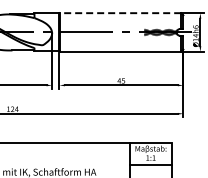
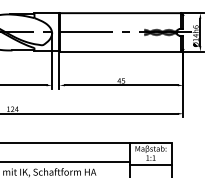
line at (120, 13): dashed -> solid
line at (66, 161): none -> present
